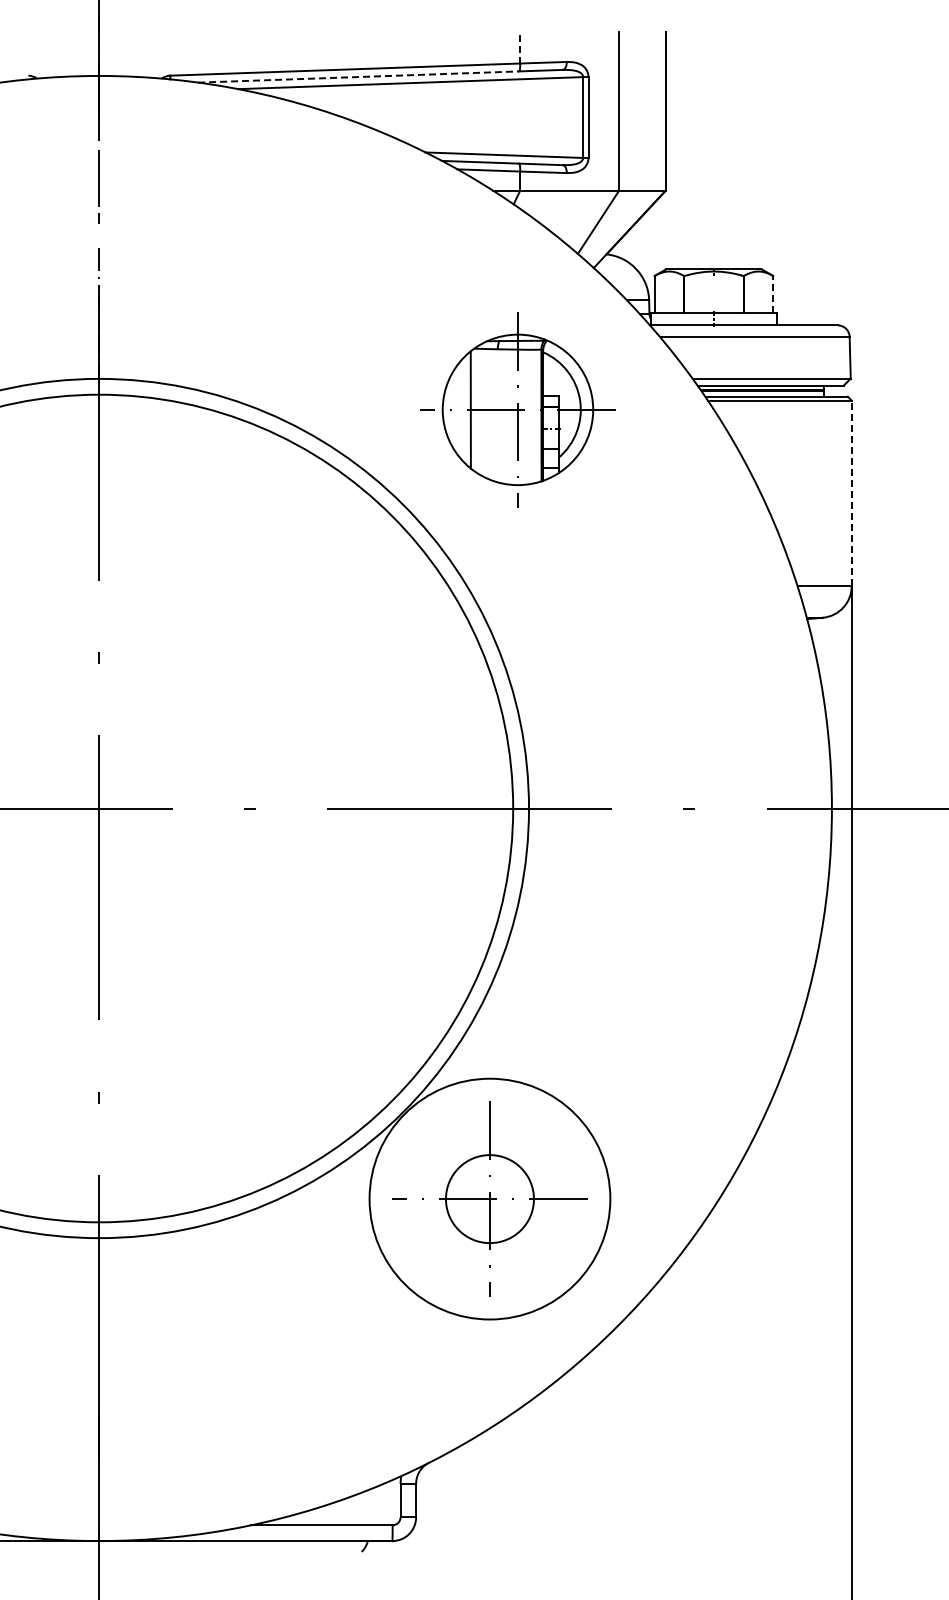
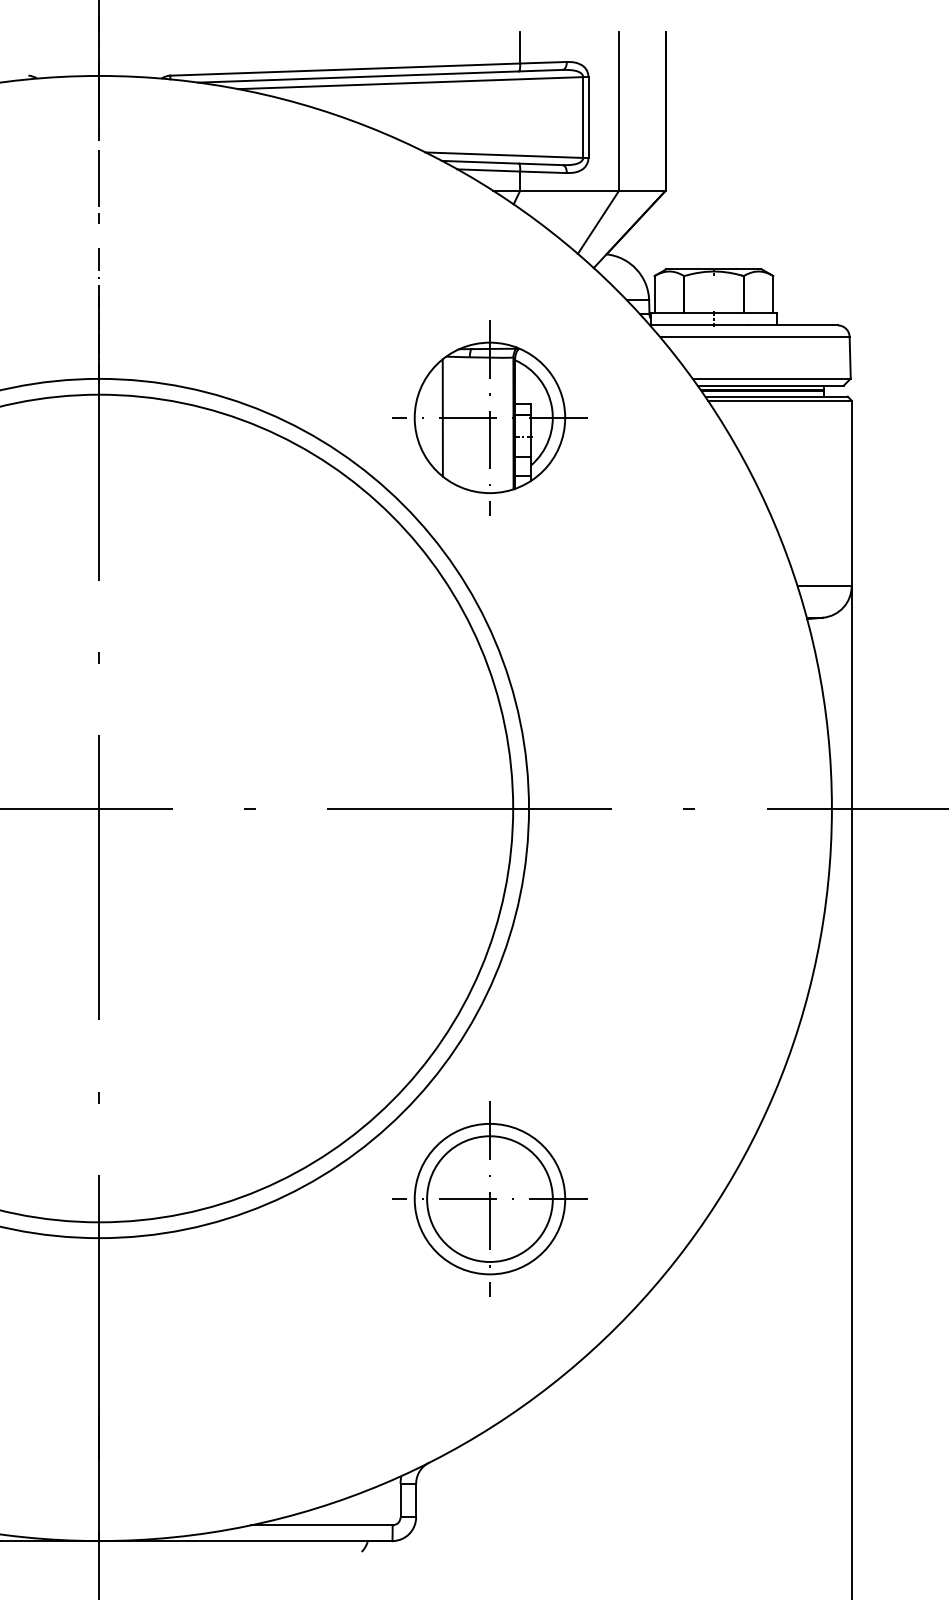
line at (520, 47): dashed -> solid
line at (358, 77): dashed -> solid
line at (773, 293): dashed -> solid
part at (517, 409) position: (517, 409) -> (489, 417)
line at (851, 493): dashed -> solid
circle at (489, 1198) diameter: 241 px -> 150 px
circle at (489, 1199) diameter: 88 px -> 126 px
